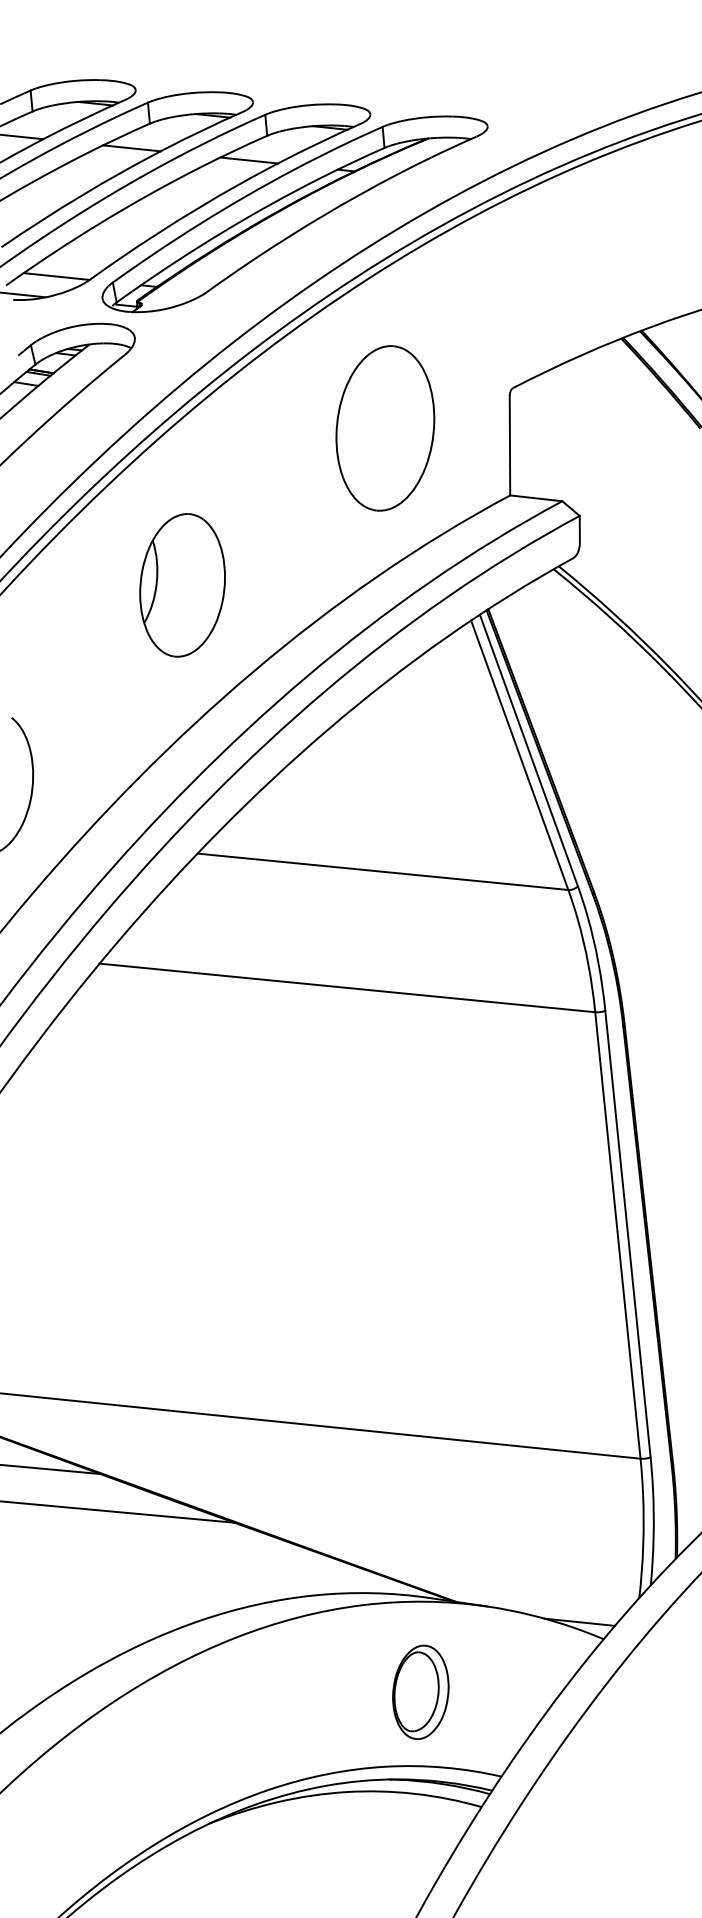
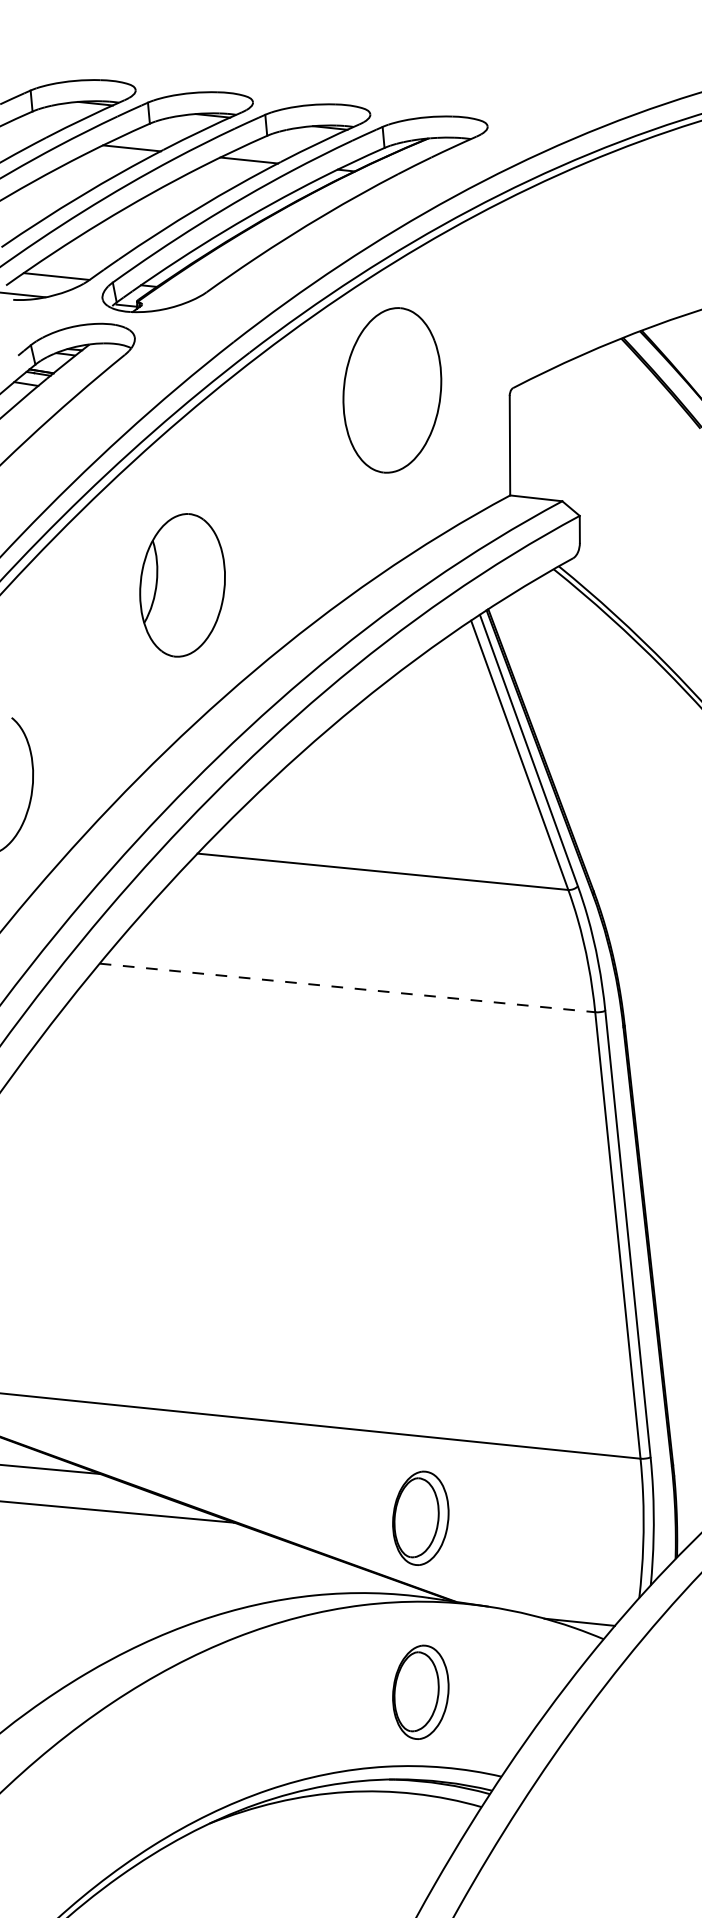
line at (22, 136): present -> none
part at (385, 428) position: (385, 428) -> (392, 390)
line at (347, 987): solid -> dashed
part at (420, 1517): none -> present
